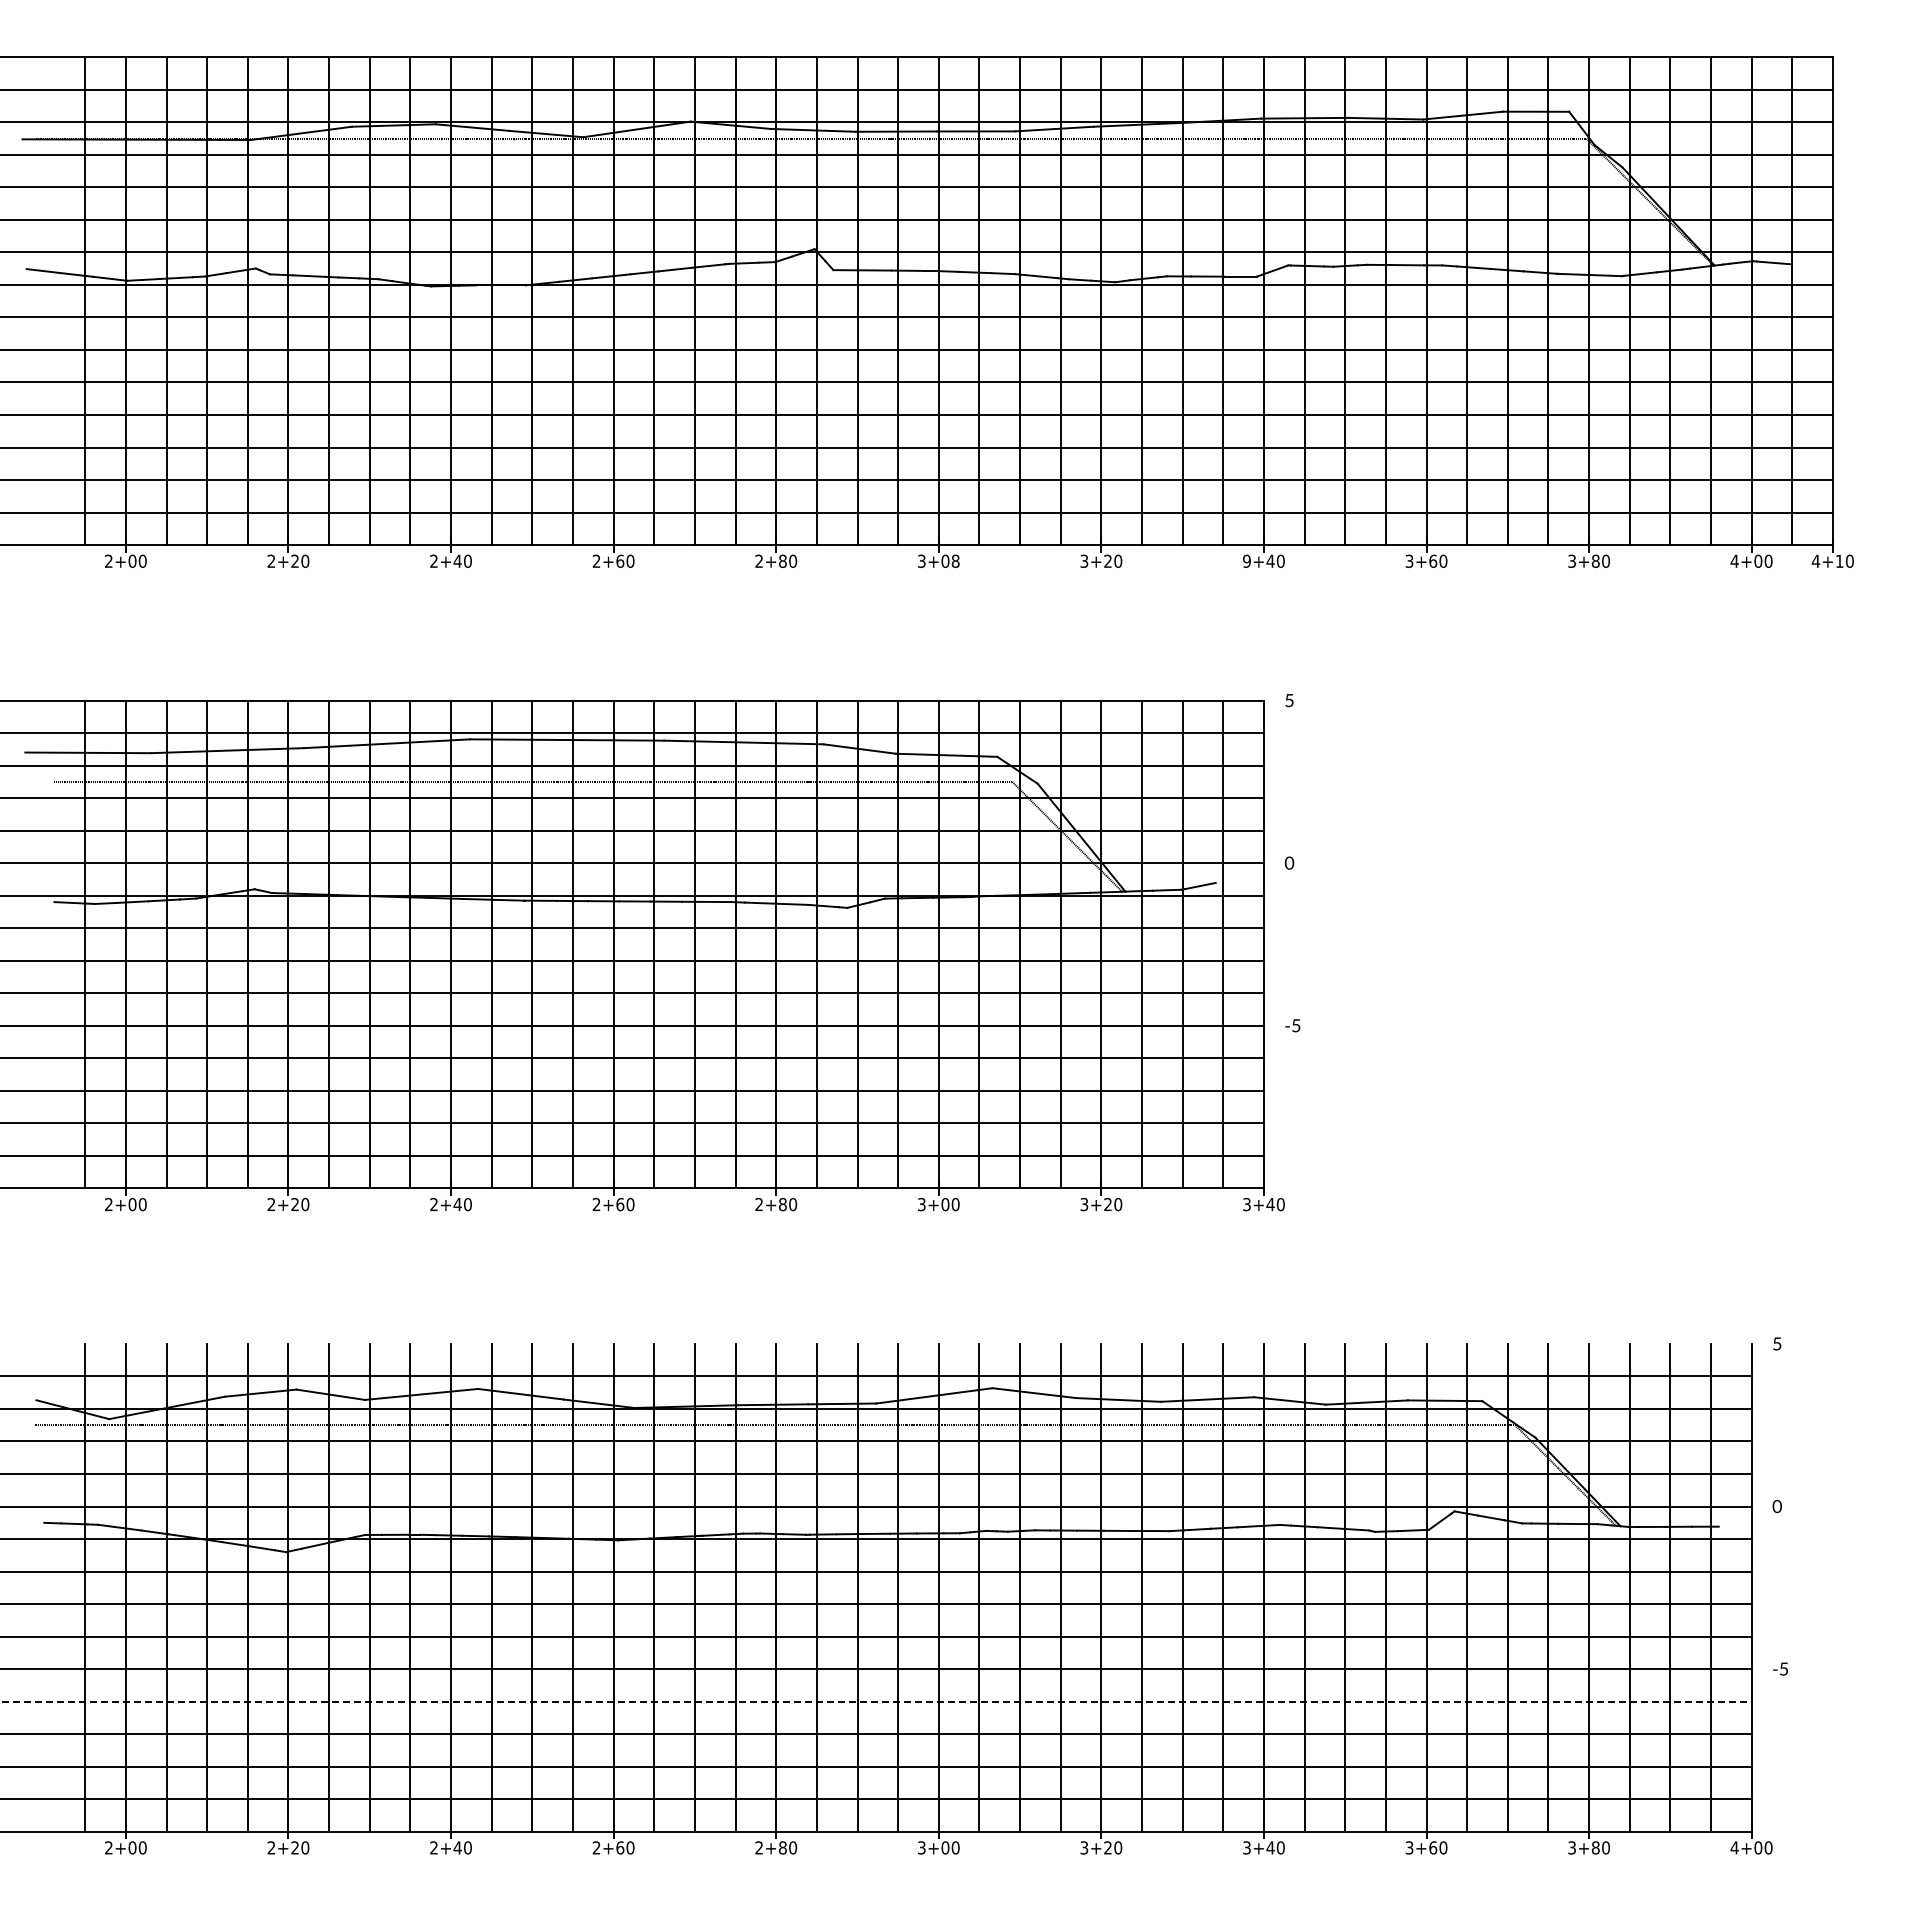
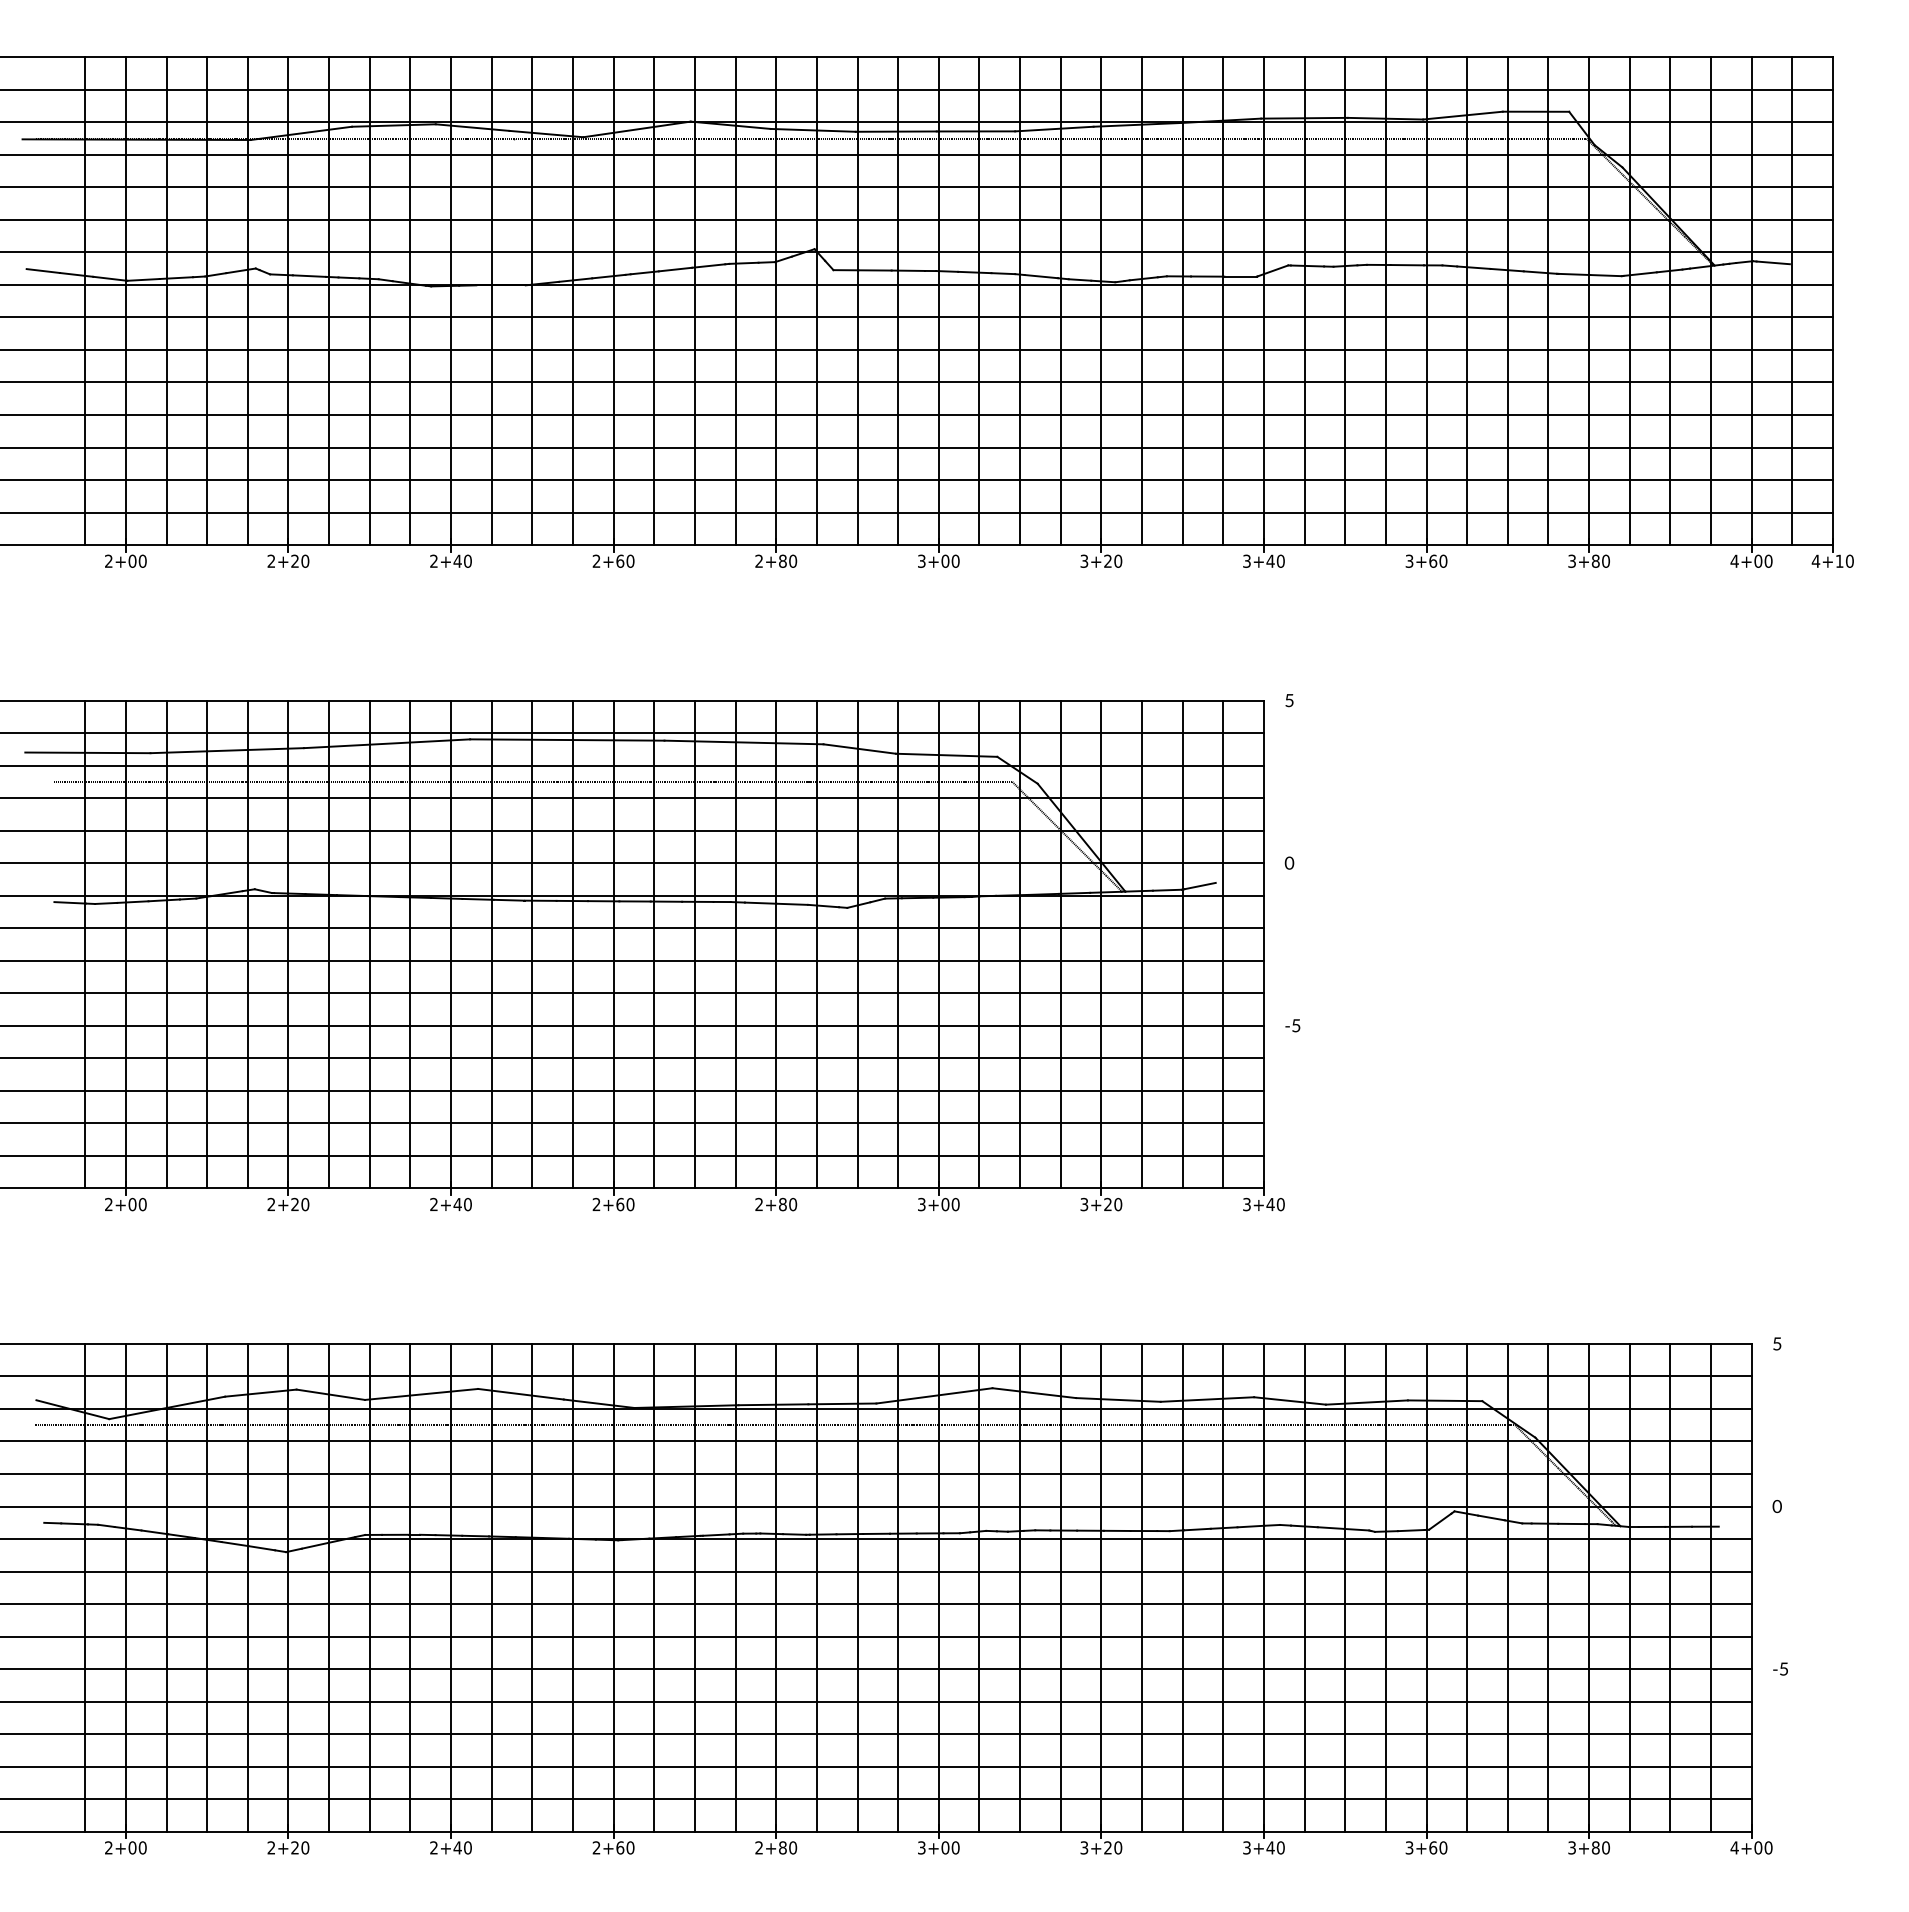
text at (1246, 560): 9+40 -> 3+40
text at (955, 561): 3+08 -> 3+00
line at (876, 1343): none -> present
line at (876, 1701): dashed -> solid
